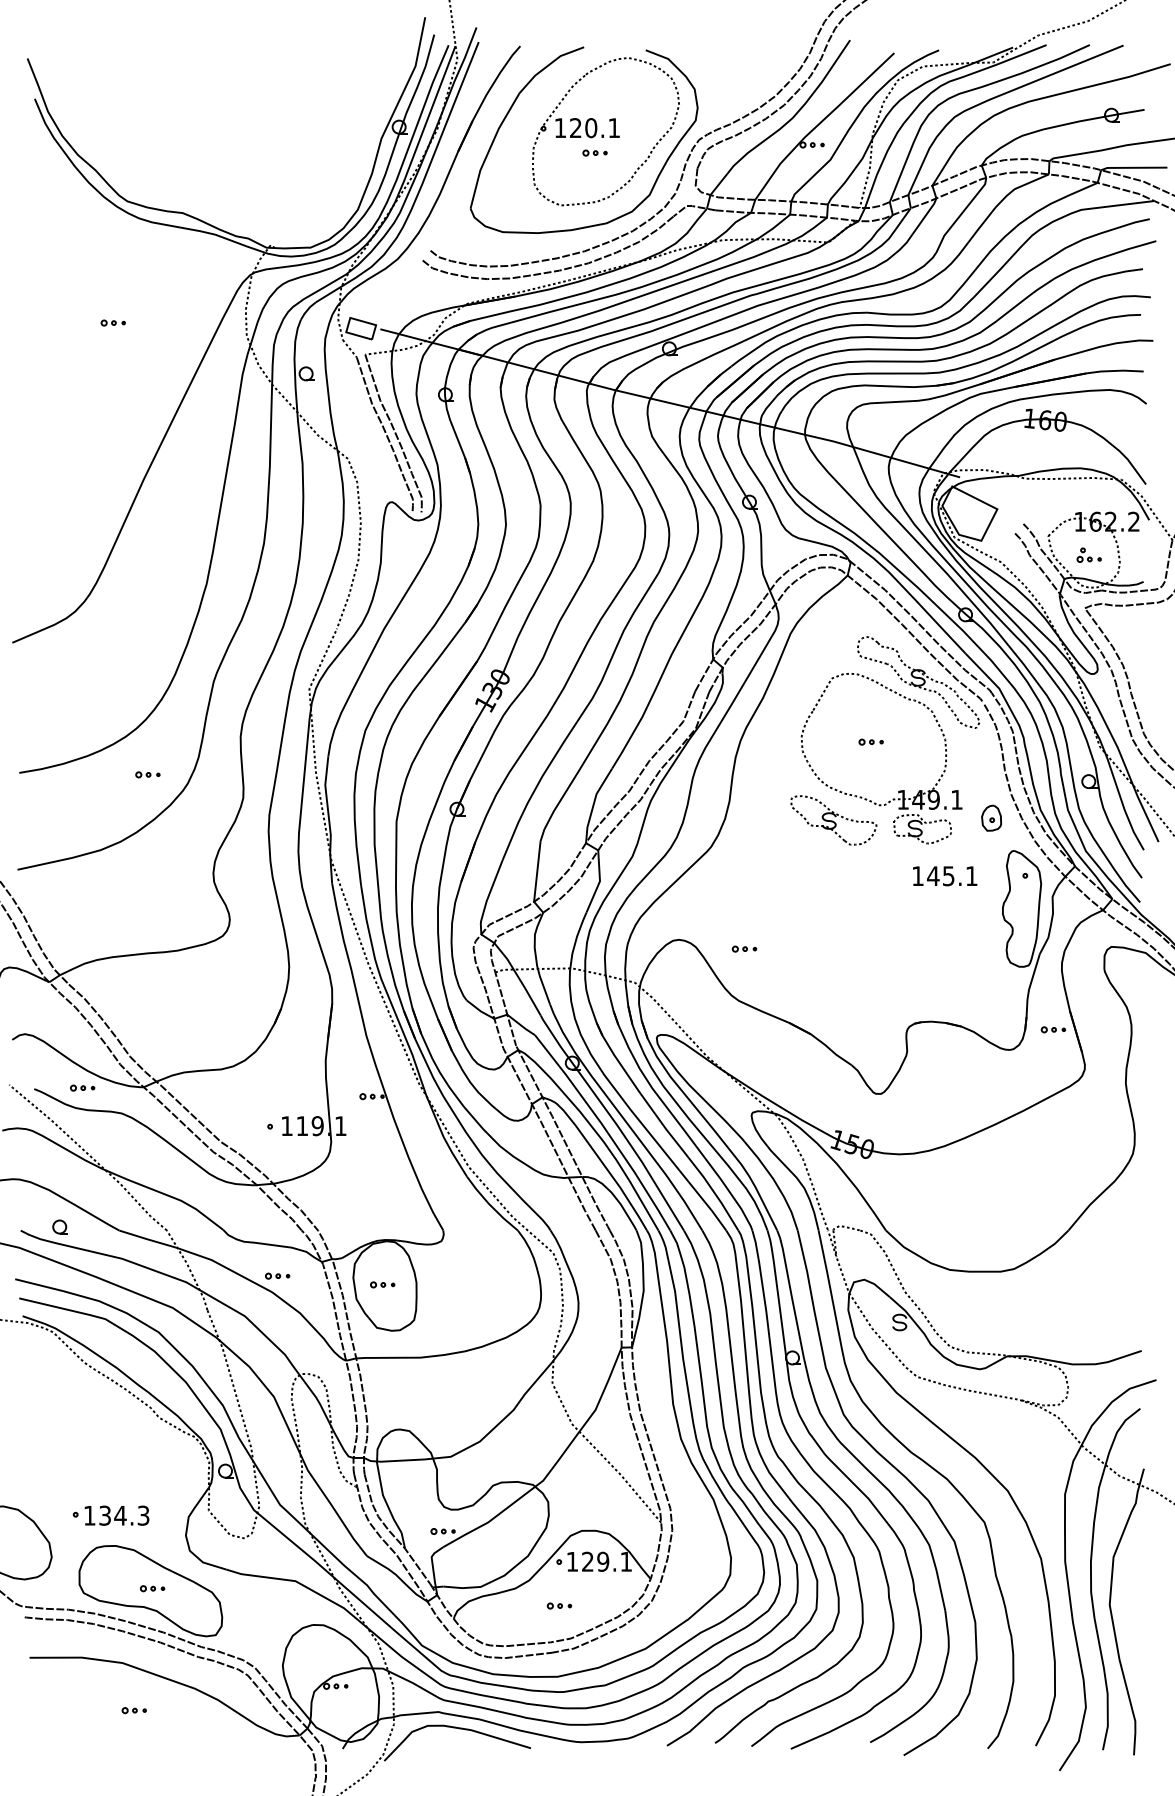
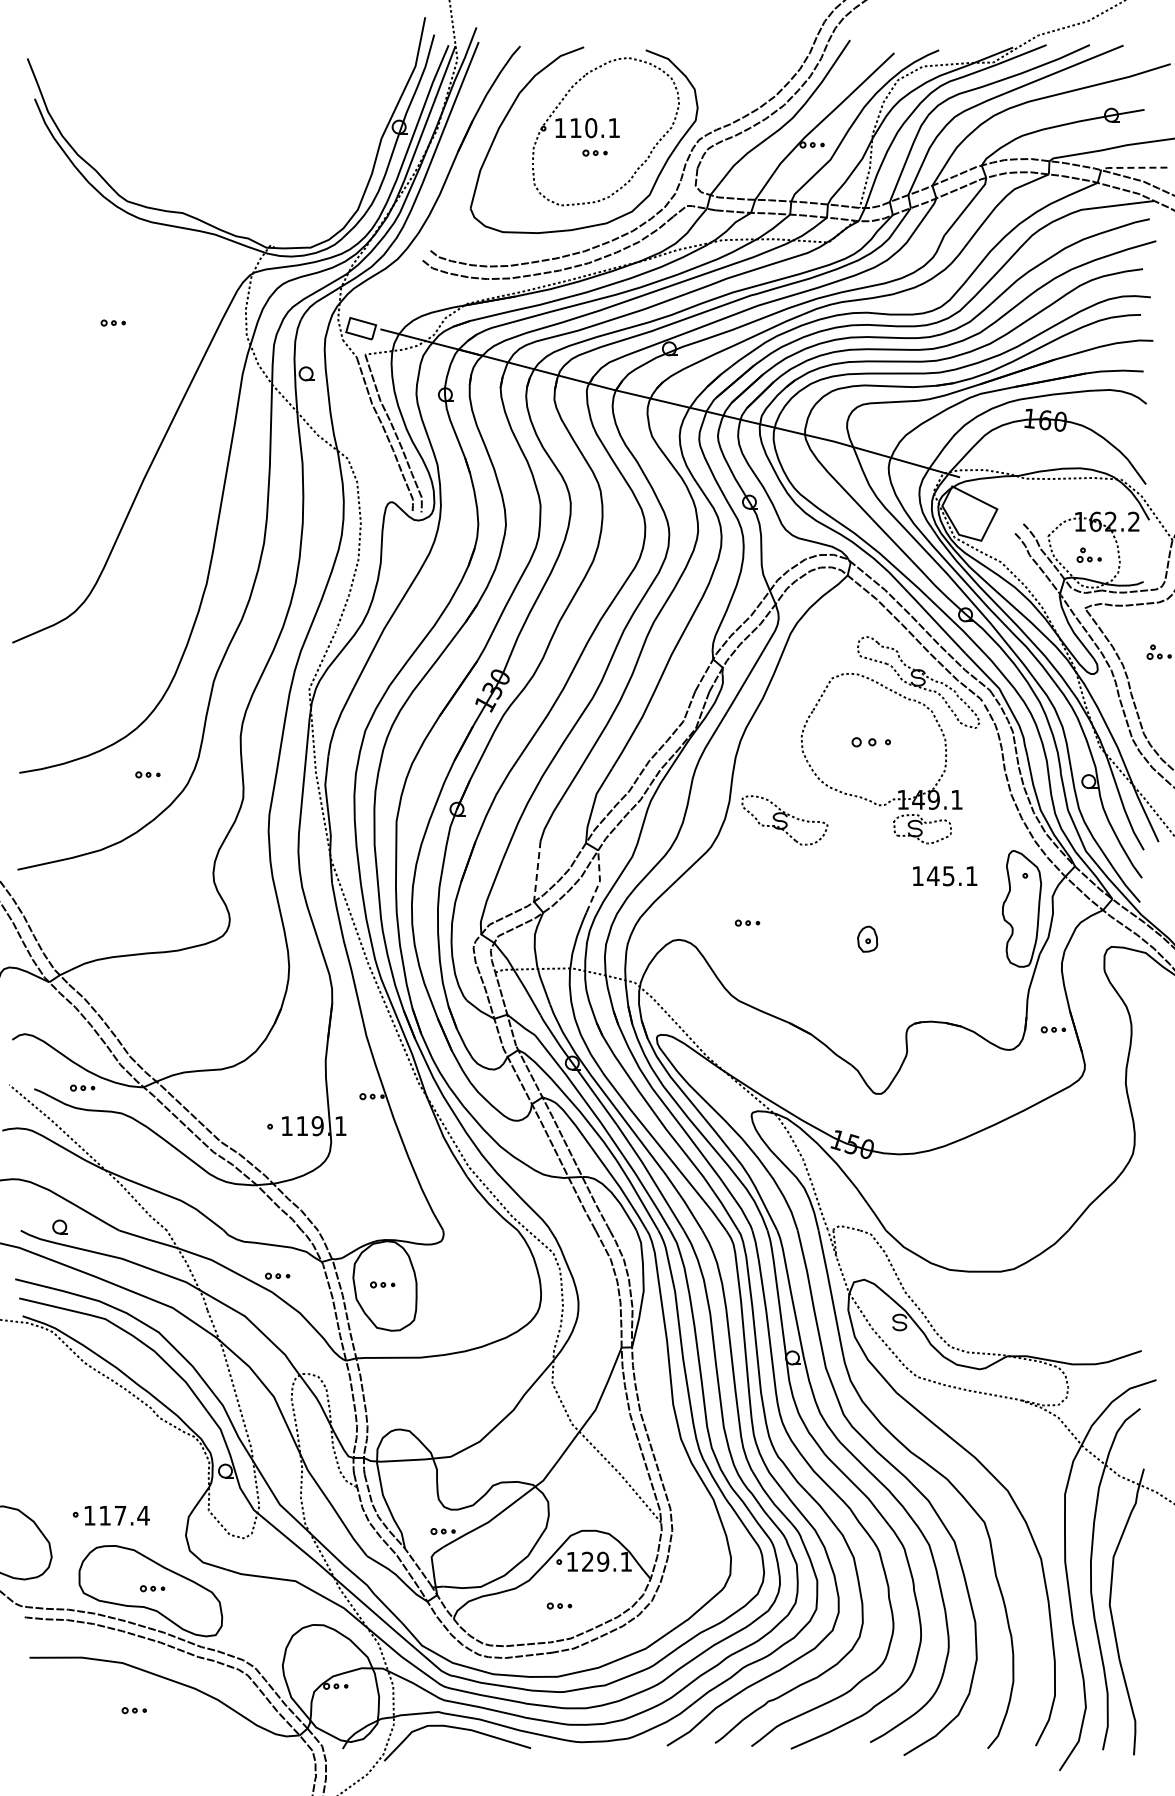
text at (575, 127): 120.1 -> 110.1
line at (1132, 167): solid -> dashed
part at (1158, 651): none -> present
part at (870, 741) size: 26x8 px -> 40x11 px
part at (991, 817) position: (991, 817) -> (867, 938)
part at (833, 820) position: (833, 820) -> (784, 820)
line at (537, 871): solid -> dashed
line at (599, 882): solid -> dashed
part at (744, 948) position: (744, 948) -> (747, 922)
text at (124, 1515): 134.3 -> 117.4
